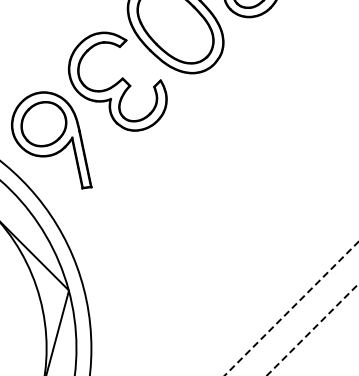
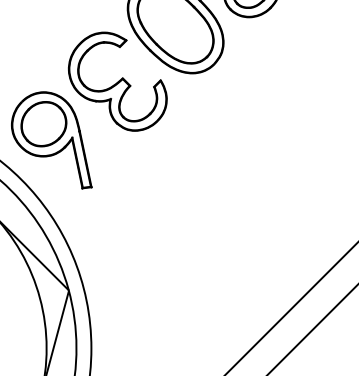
line at (291, 308): dashed -> solid
line at (313, 329): dashed -> solid
